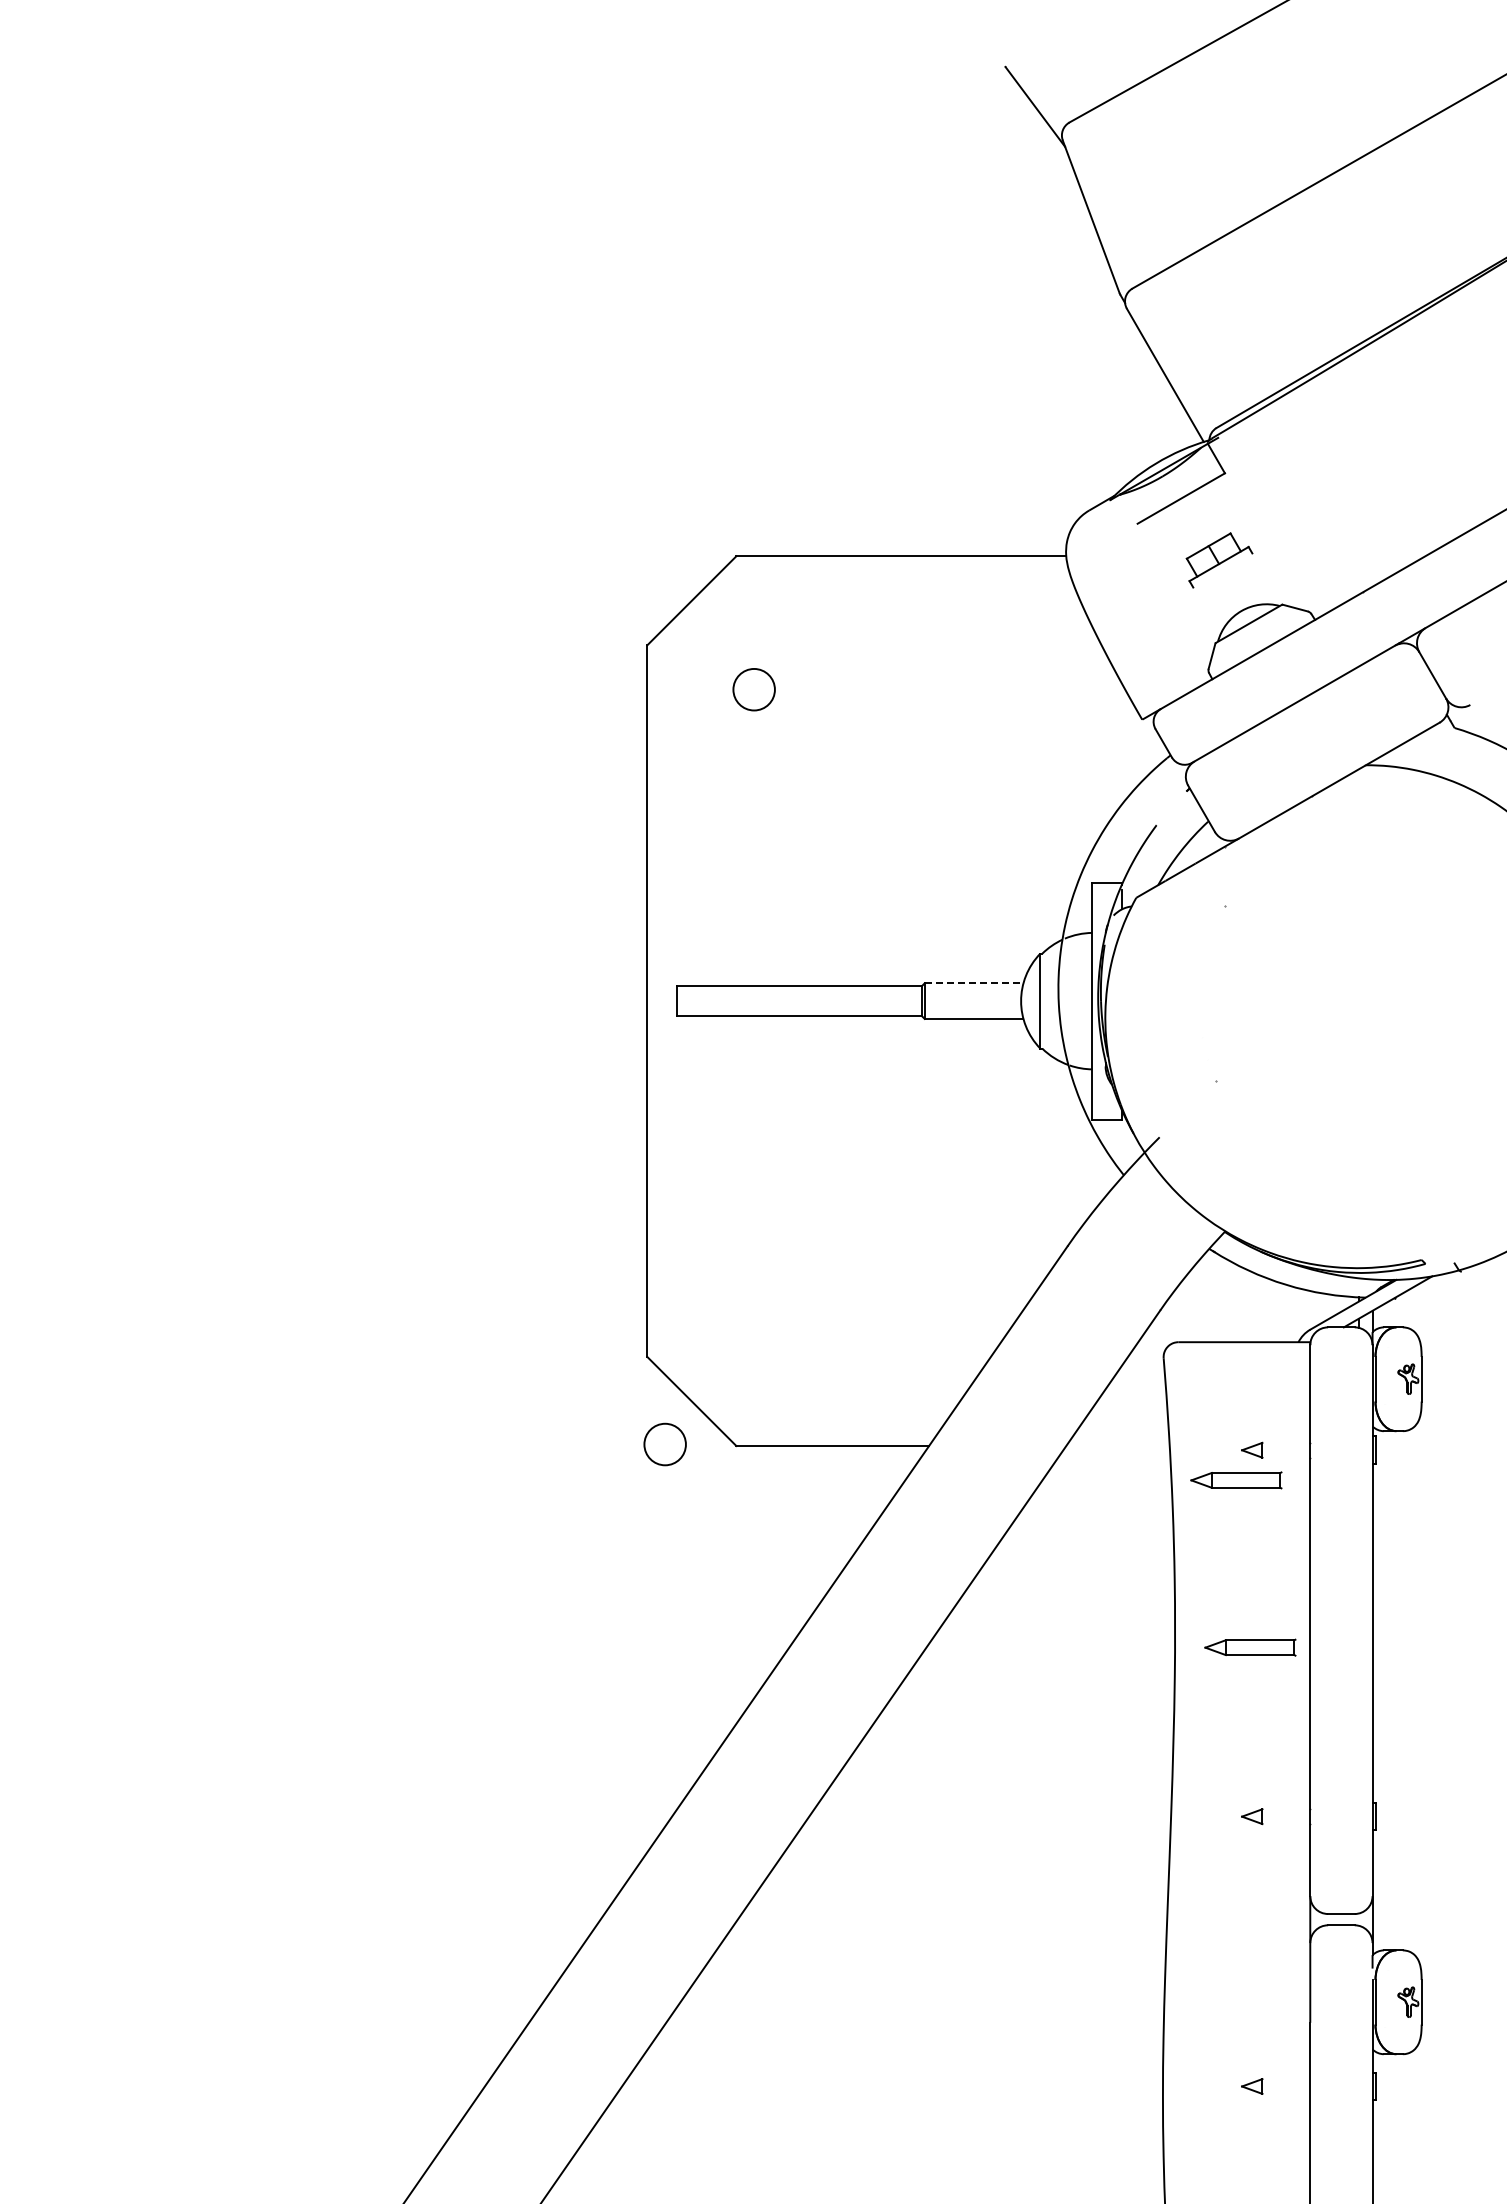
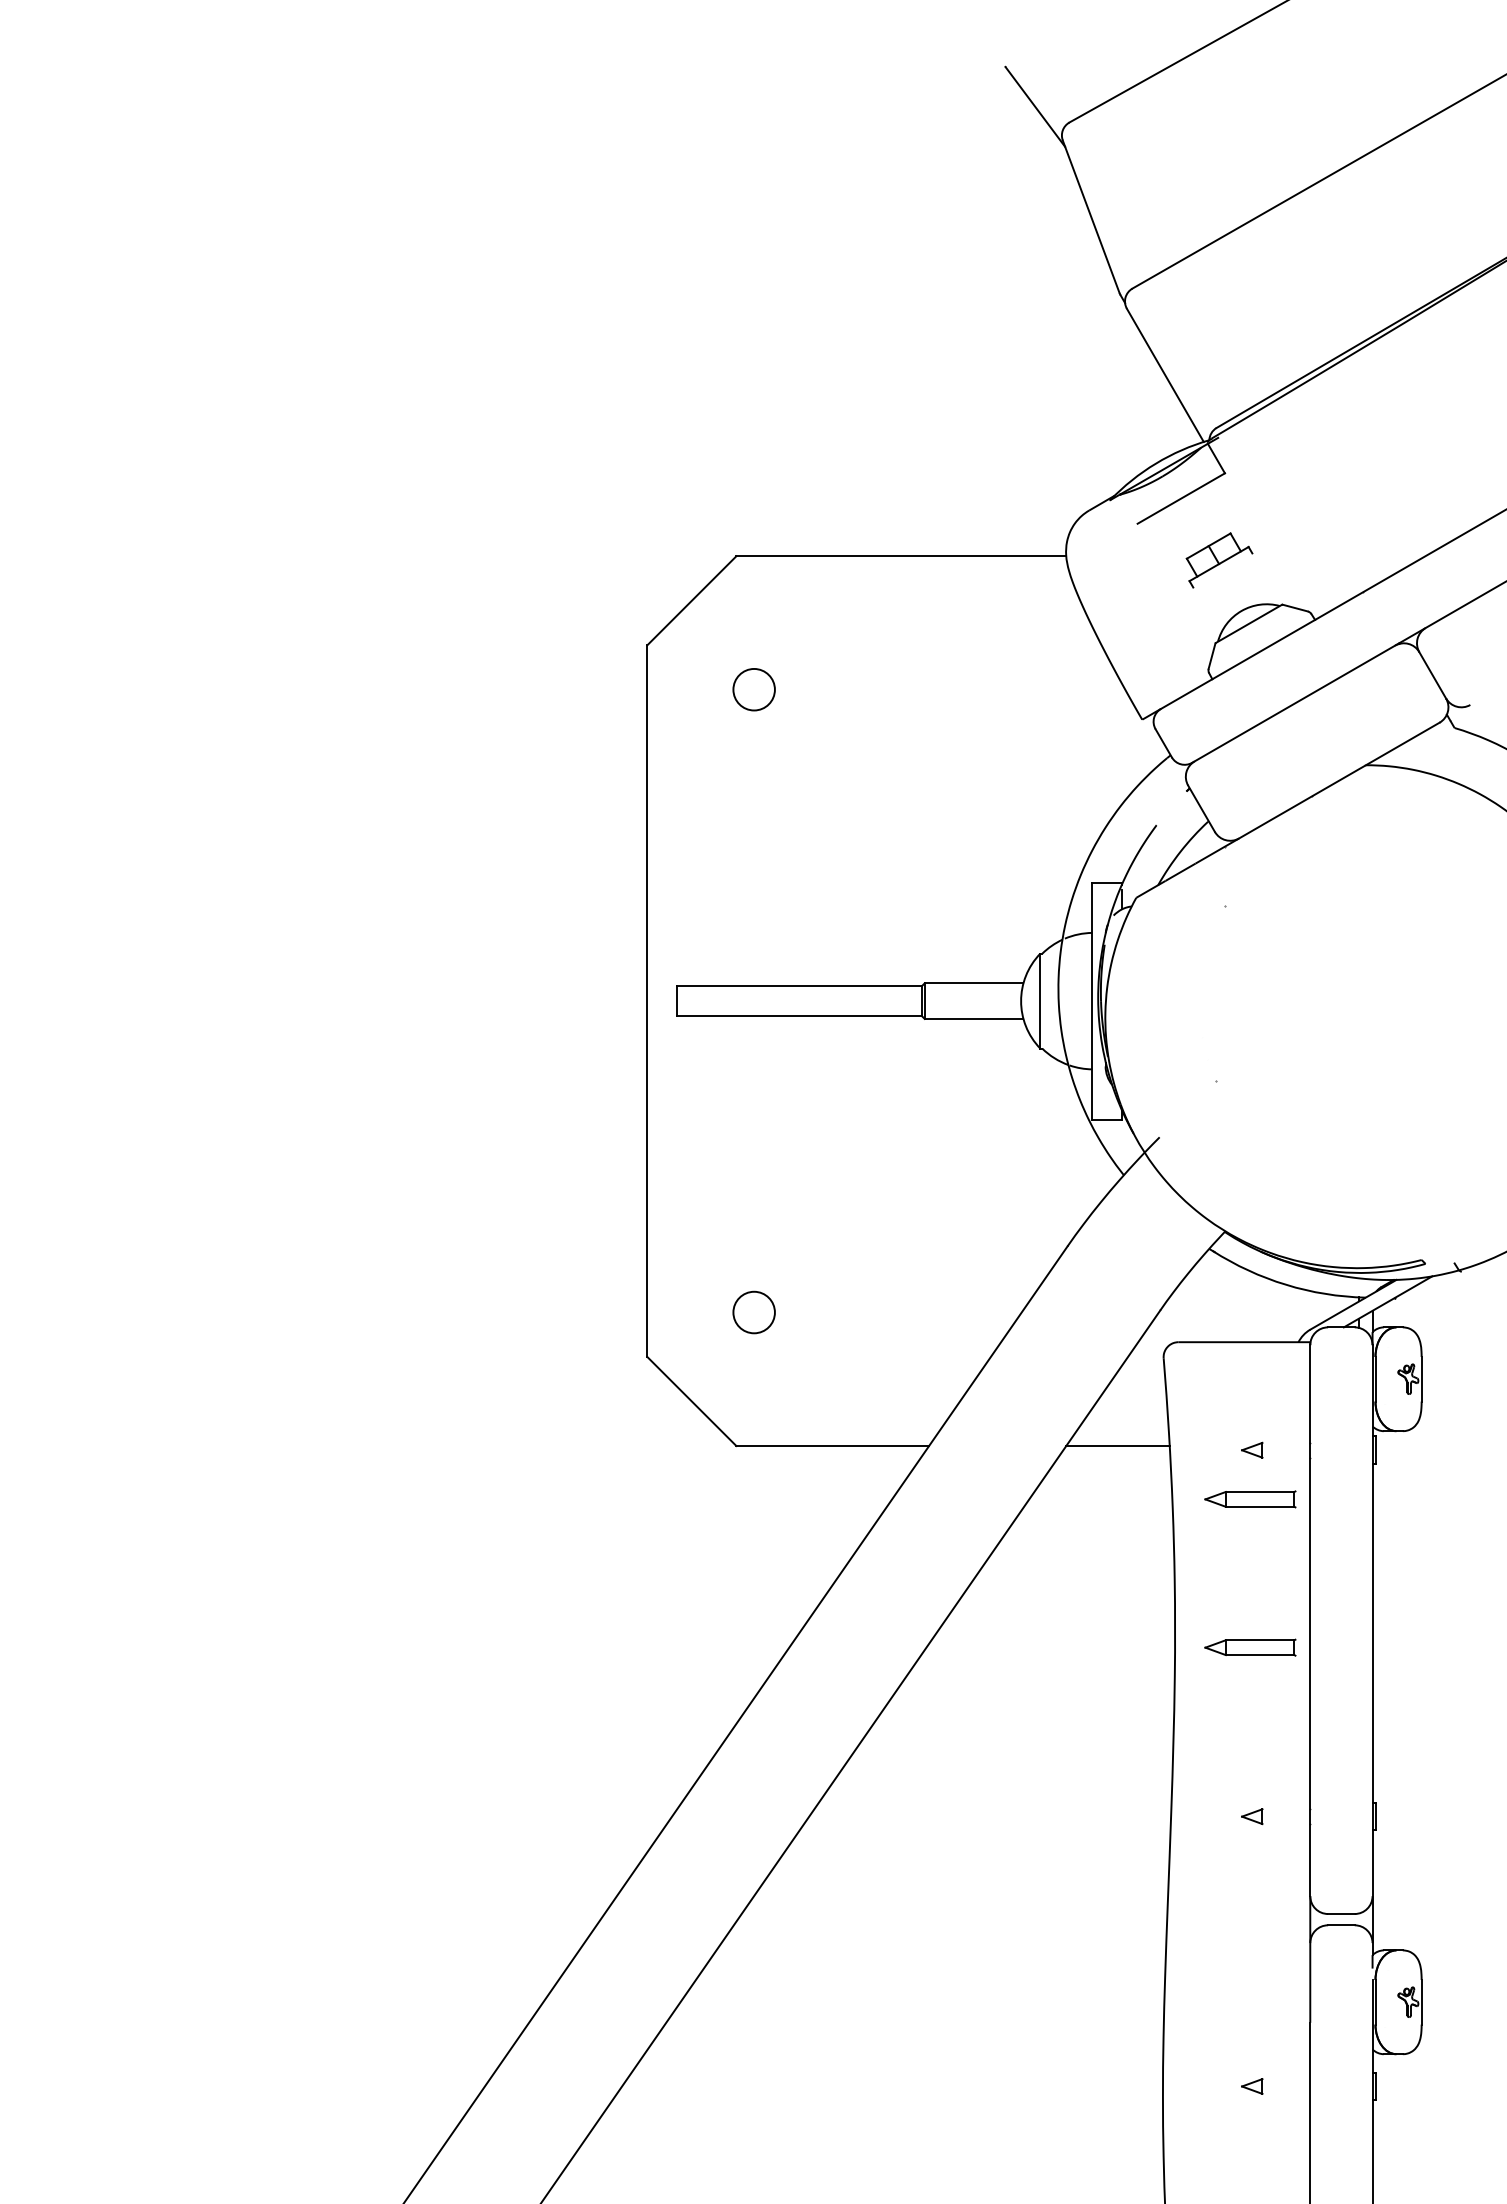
line at (974, 983): dashed -> solid
circle at (664, 1444) position: (664, 1444) -> (753, 1312)
line at (1117, 1446): none -> present
part at (1236, 1480) position: (1236, 1480) -> (1250, 1499)
